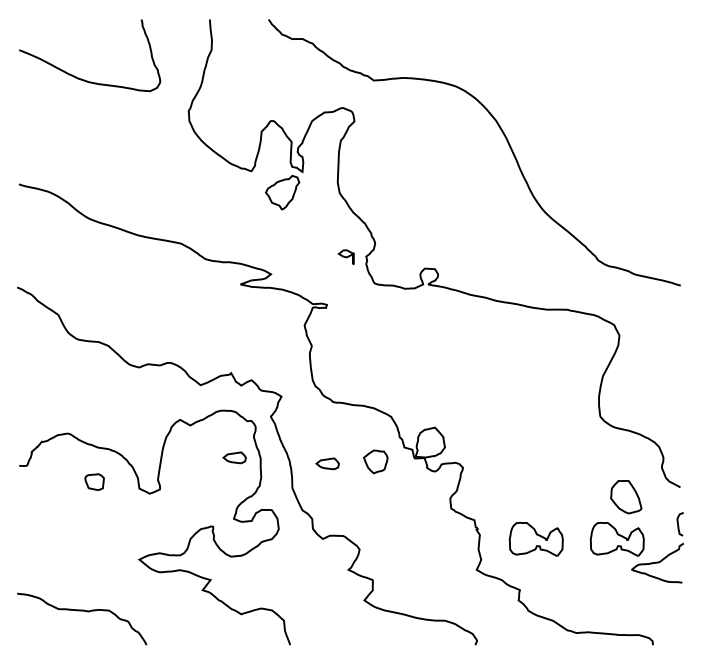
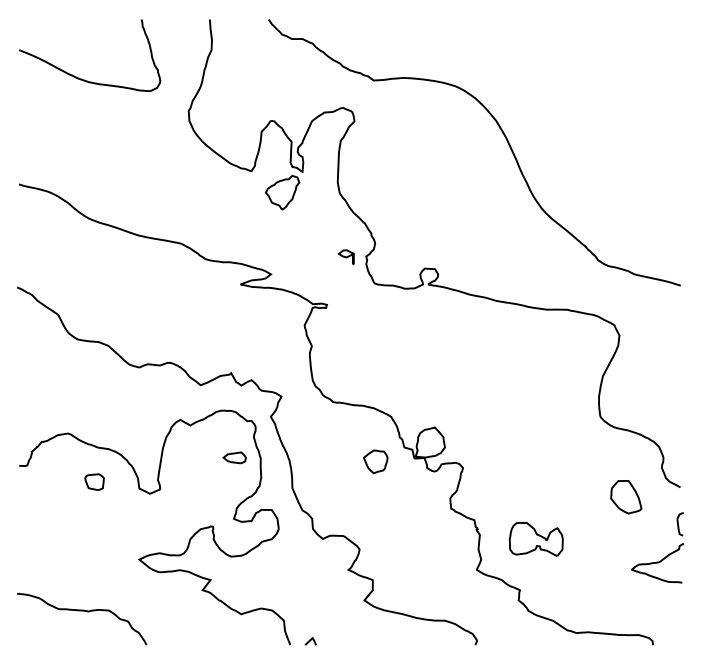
part at (327, 463): present -> none
part at (616, 538): present -> none
curve at (310, 641): none -> present
